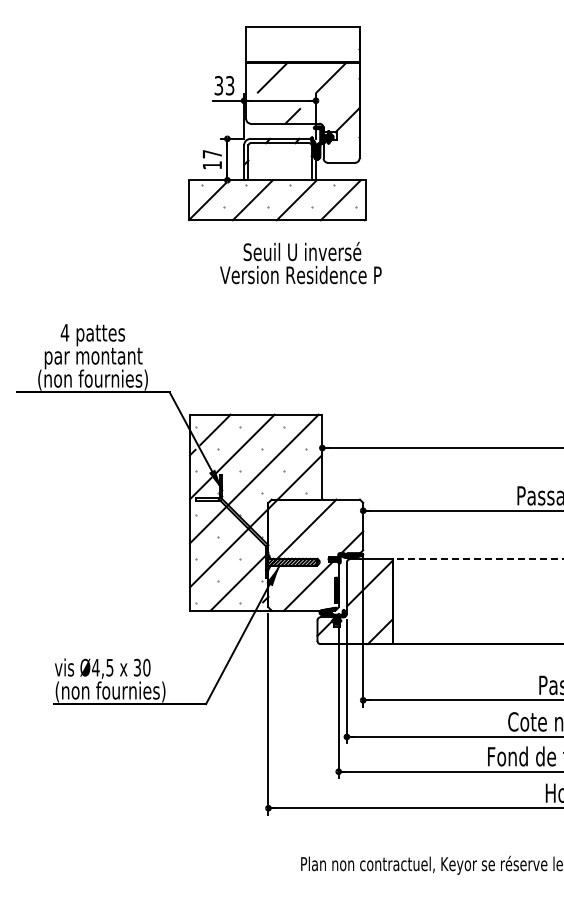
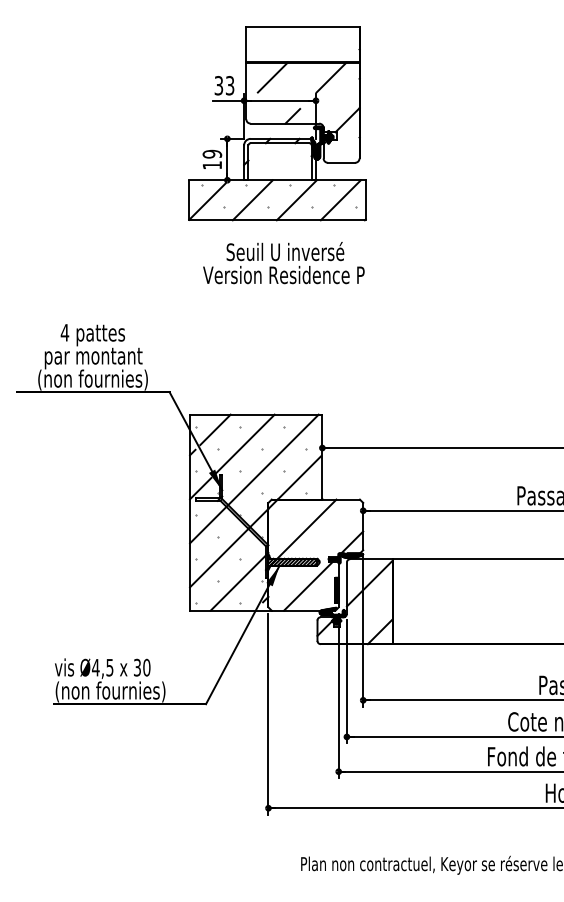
text at (212, 153): 17 -> 19
text at (300, 263) position: (300, 263) -> (283, 263)
line at (477, 559): dashed -> solid
